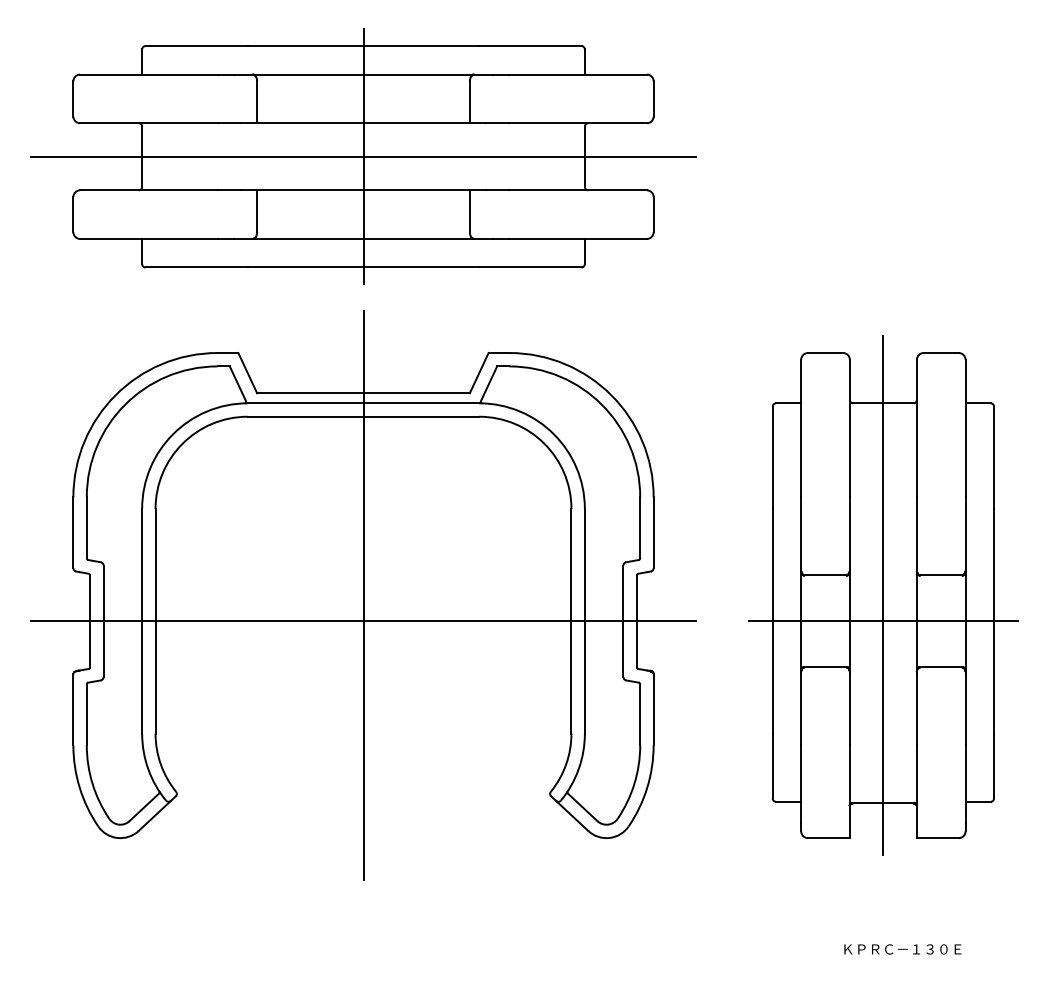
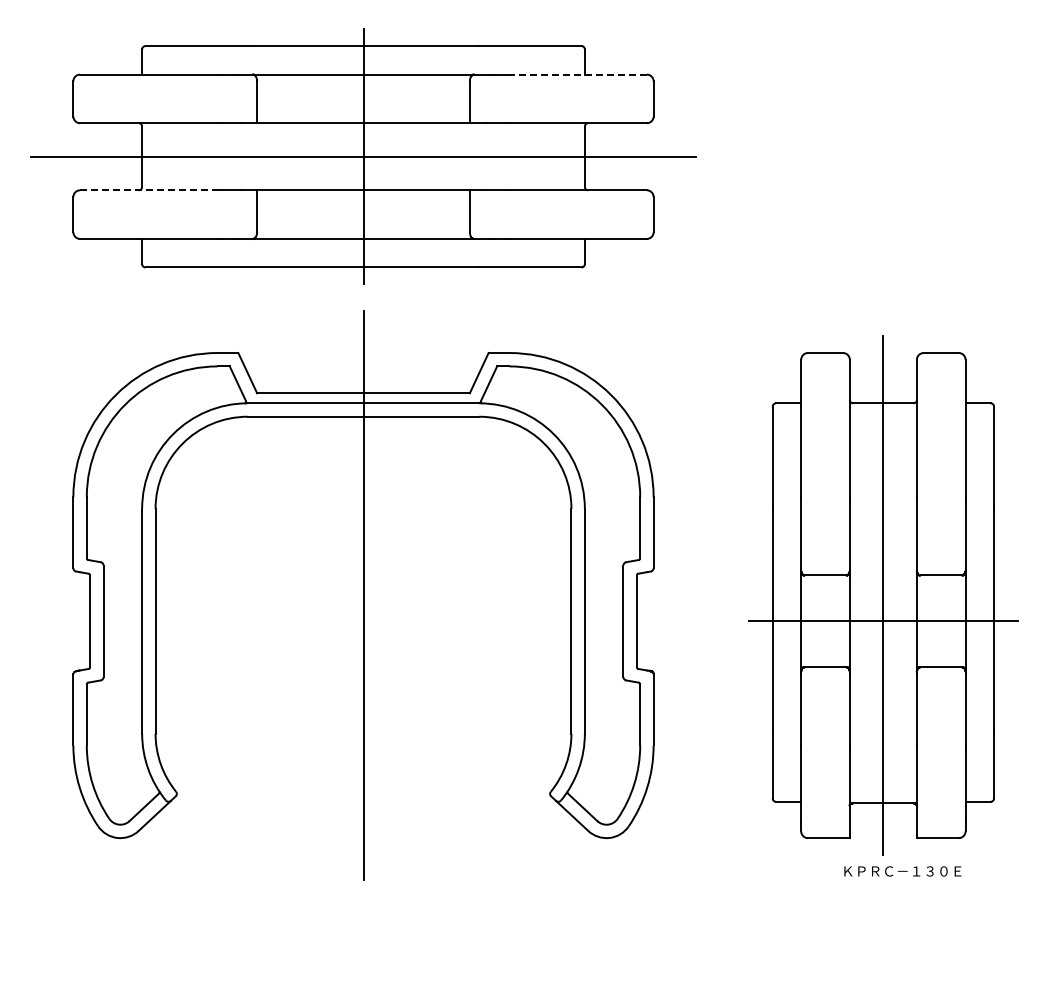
line at (578, 74): solid -> dashed
line at (148, 190): solid -> dashed
line at (363, 621): present -> none
text at (902, 949) position: (902, 949) -> (902, 871)
